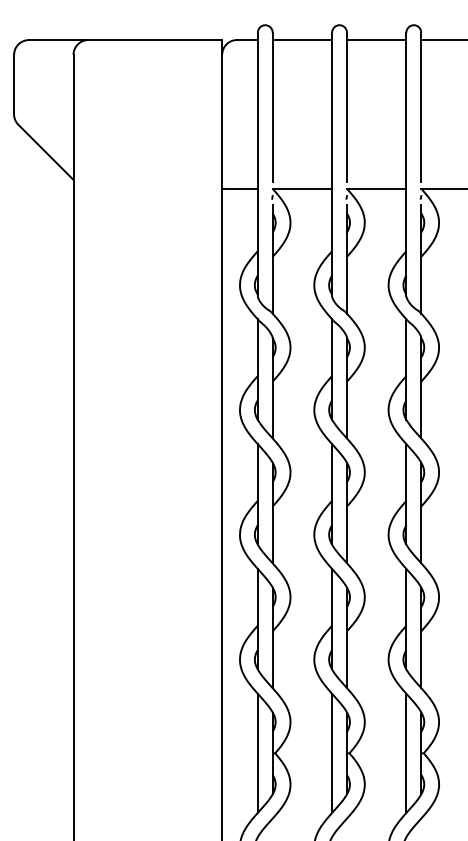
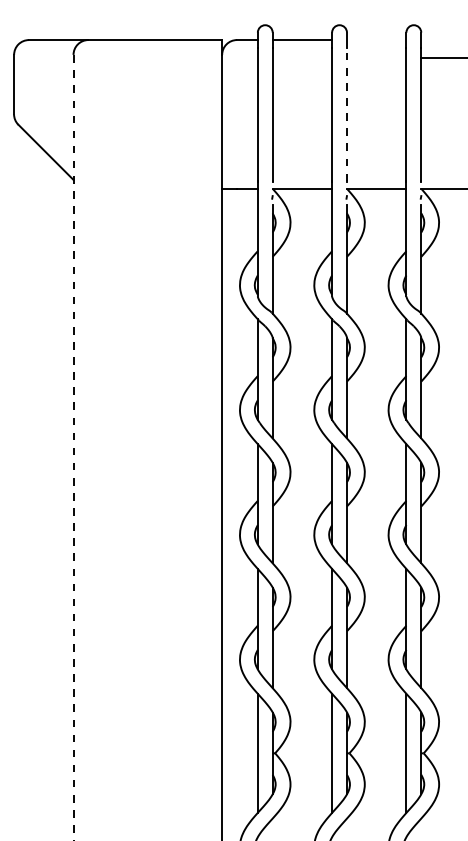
line at (376, 40): present -> none
line at (442, 40) position: (442, 40) -> (442, 58)
line at (346, 114): solid -> dashed
line at (73, 447): solid -> dashed
